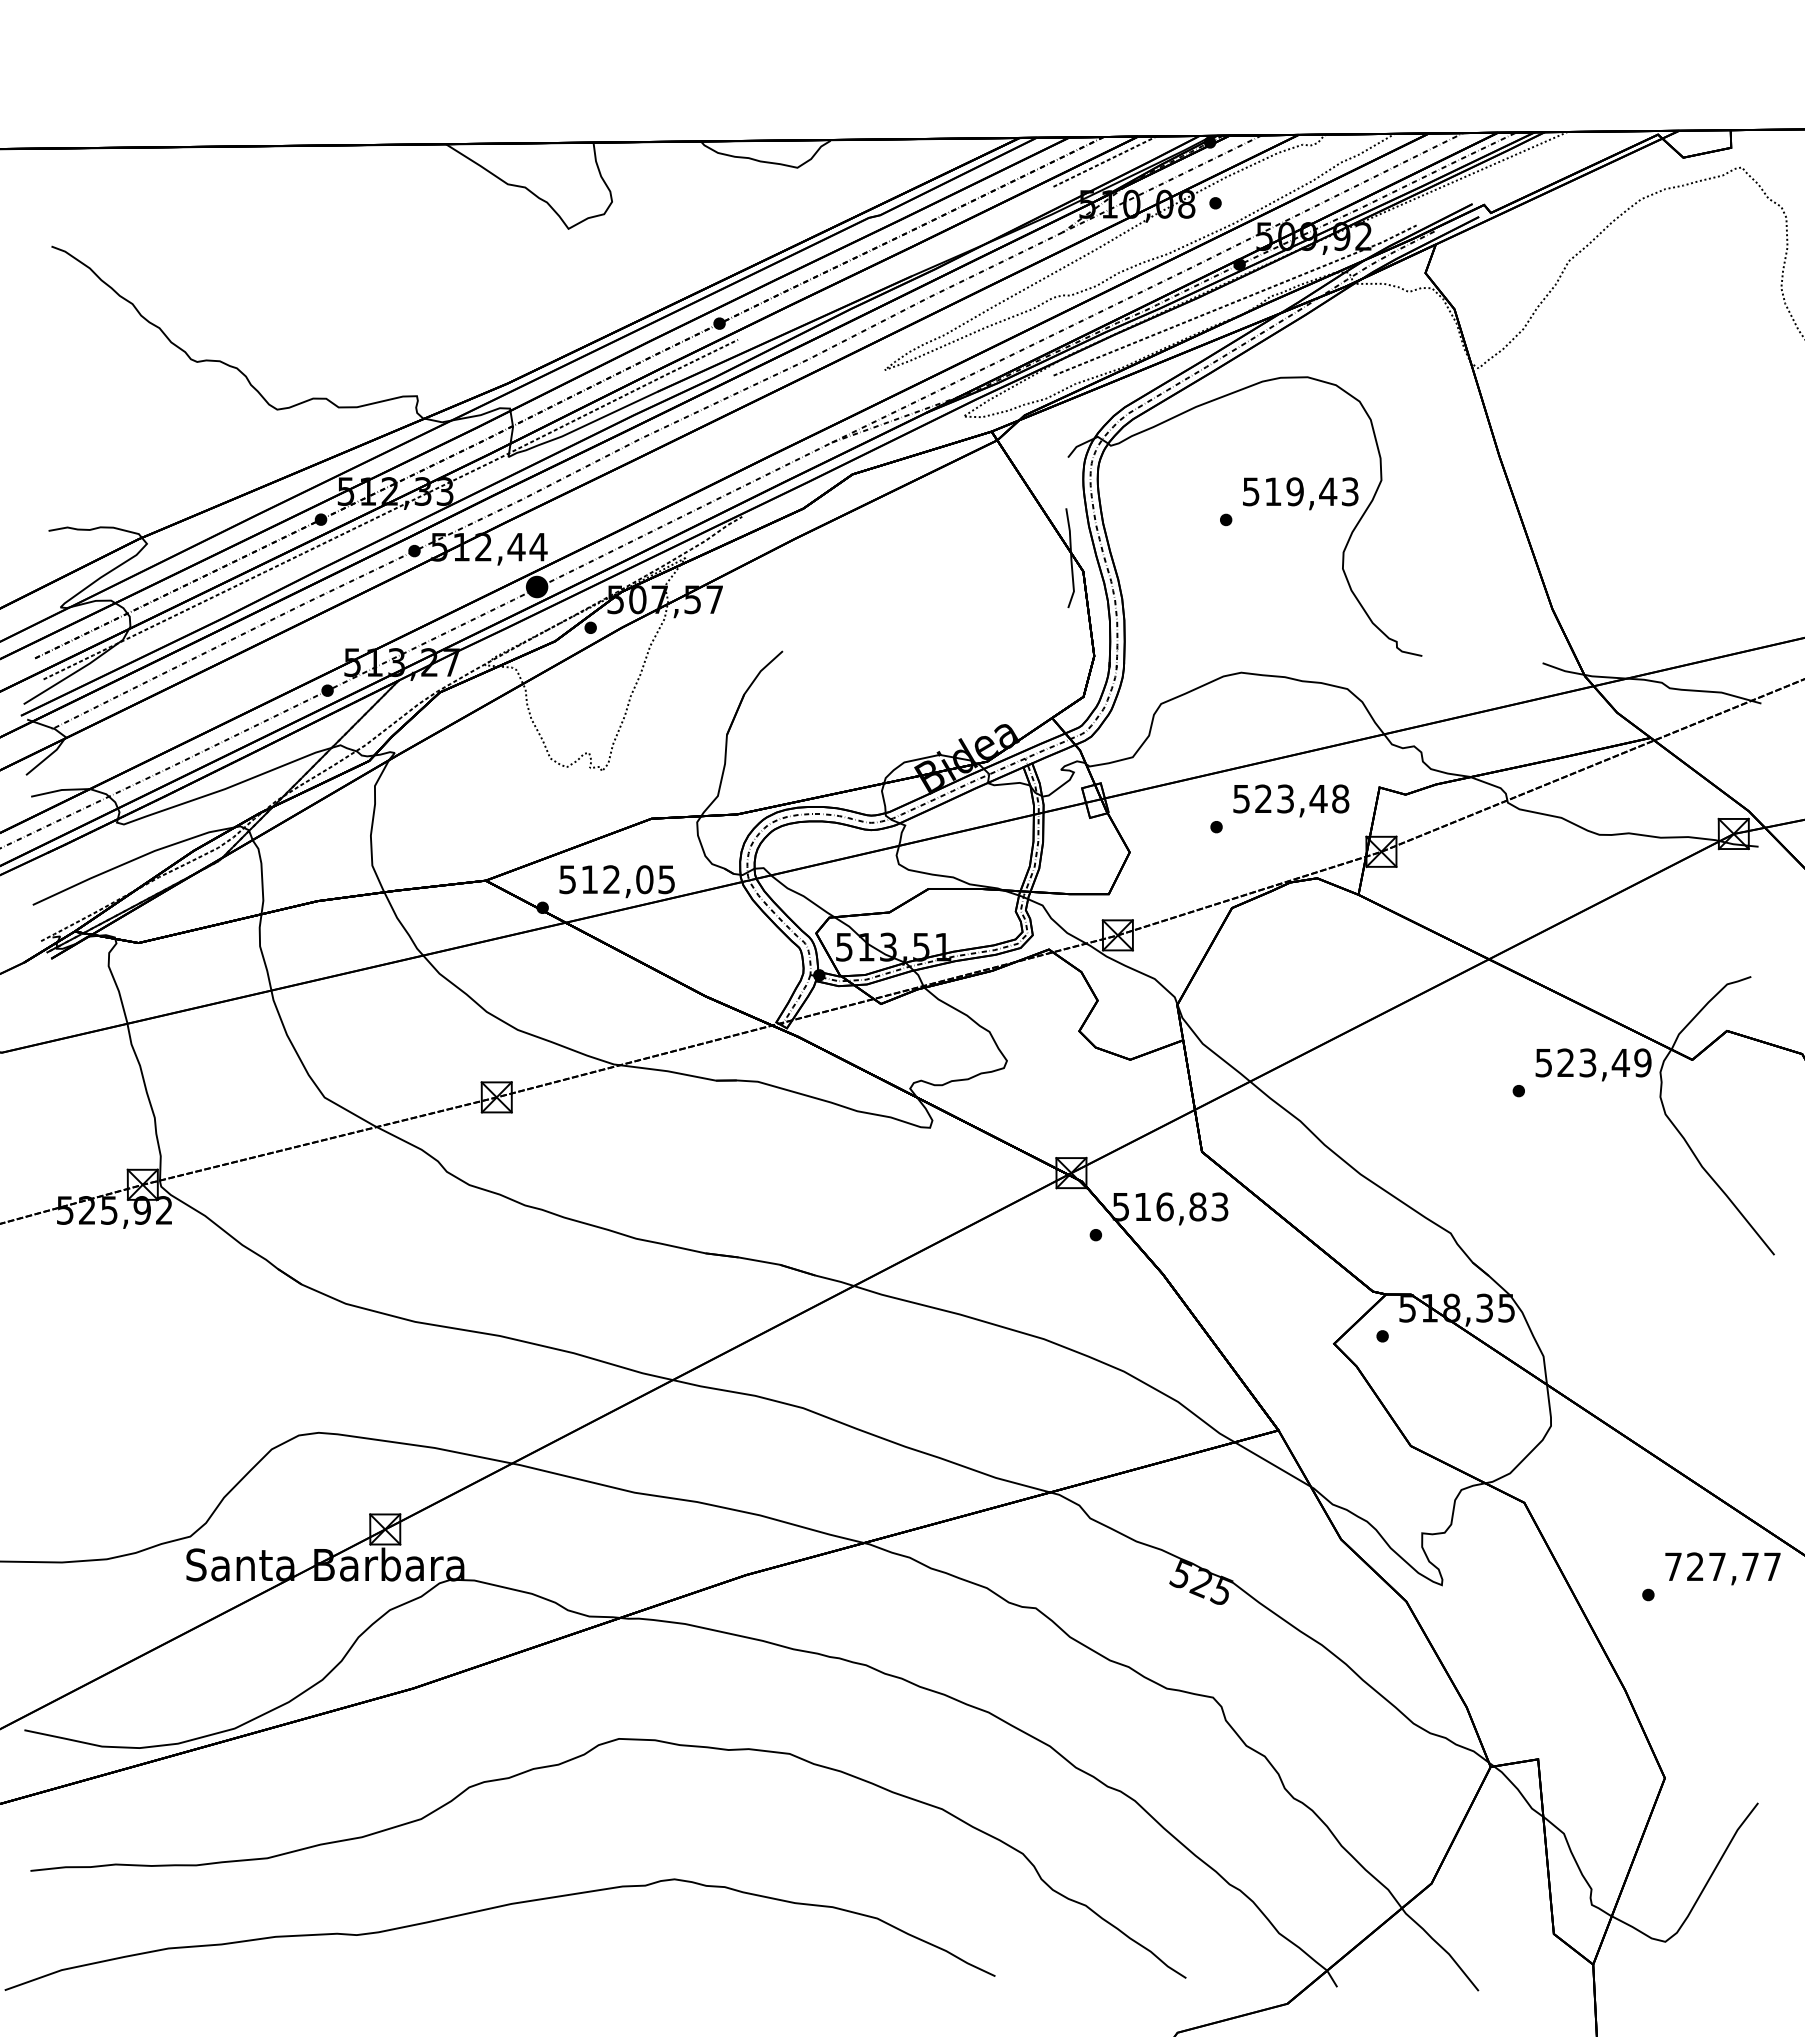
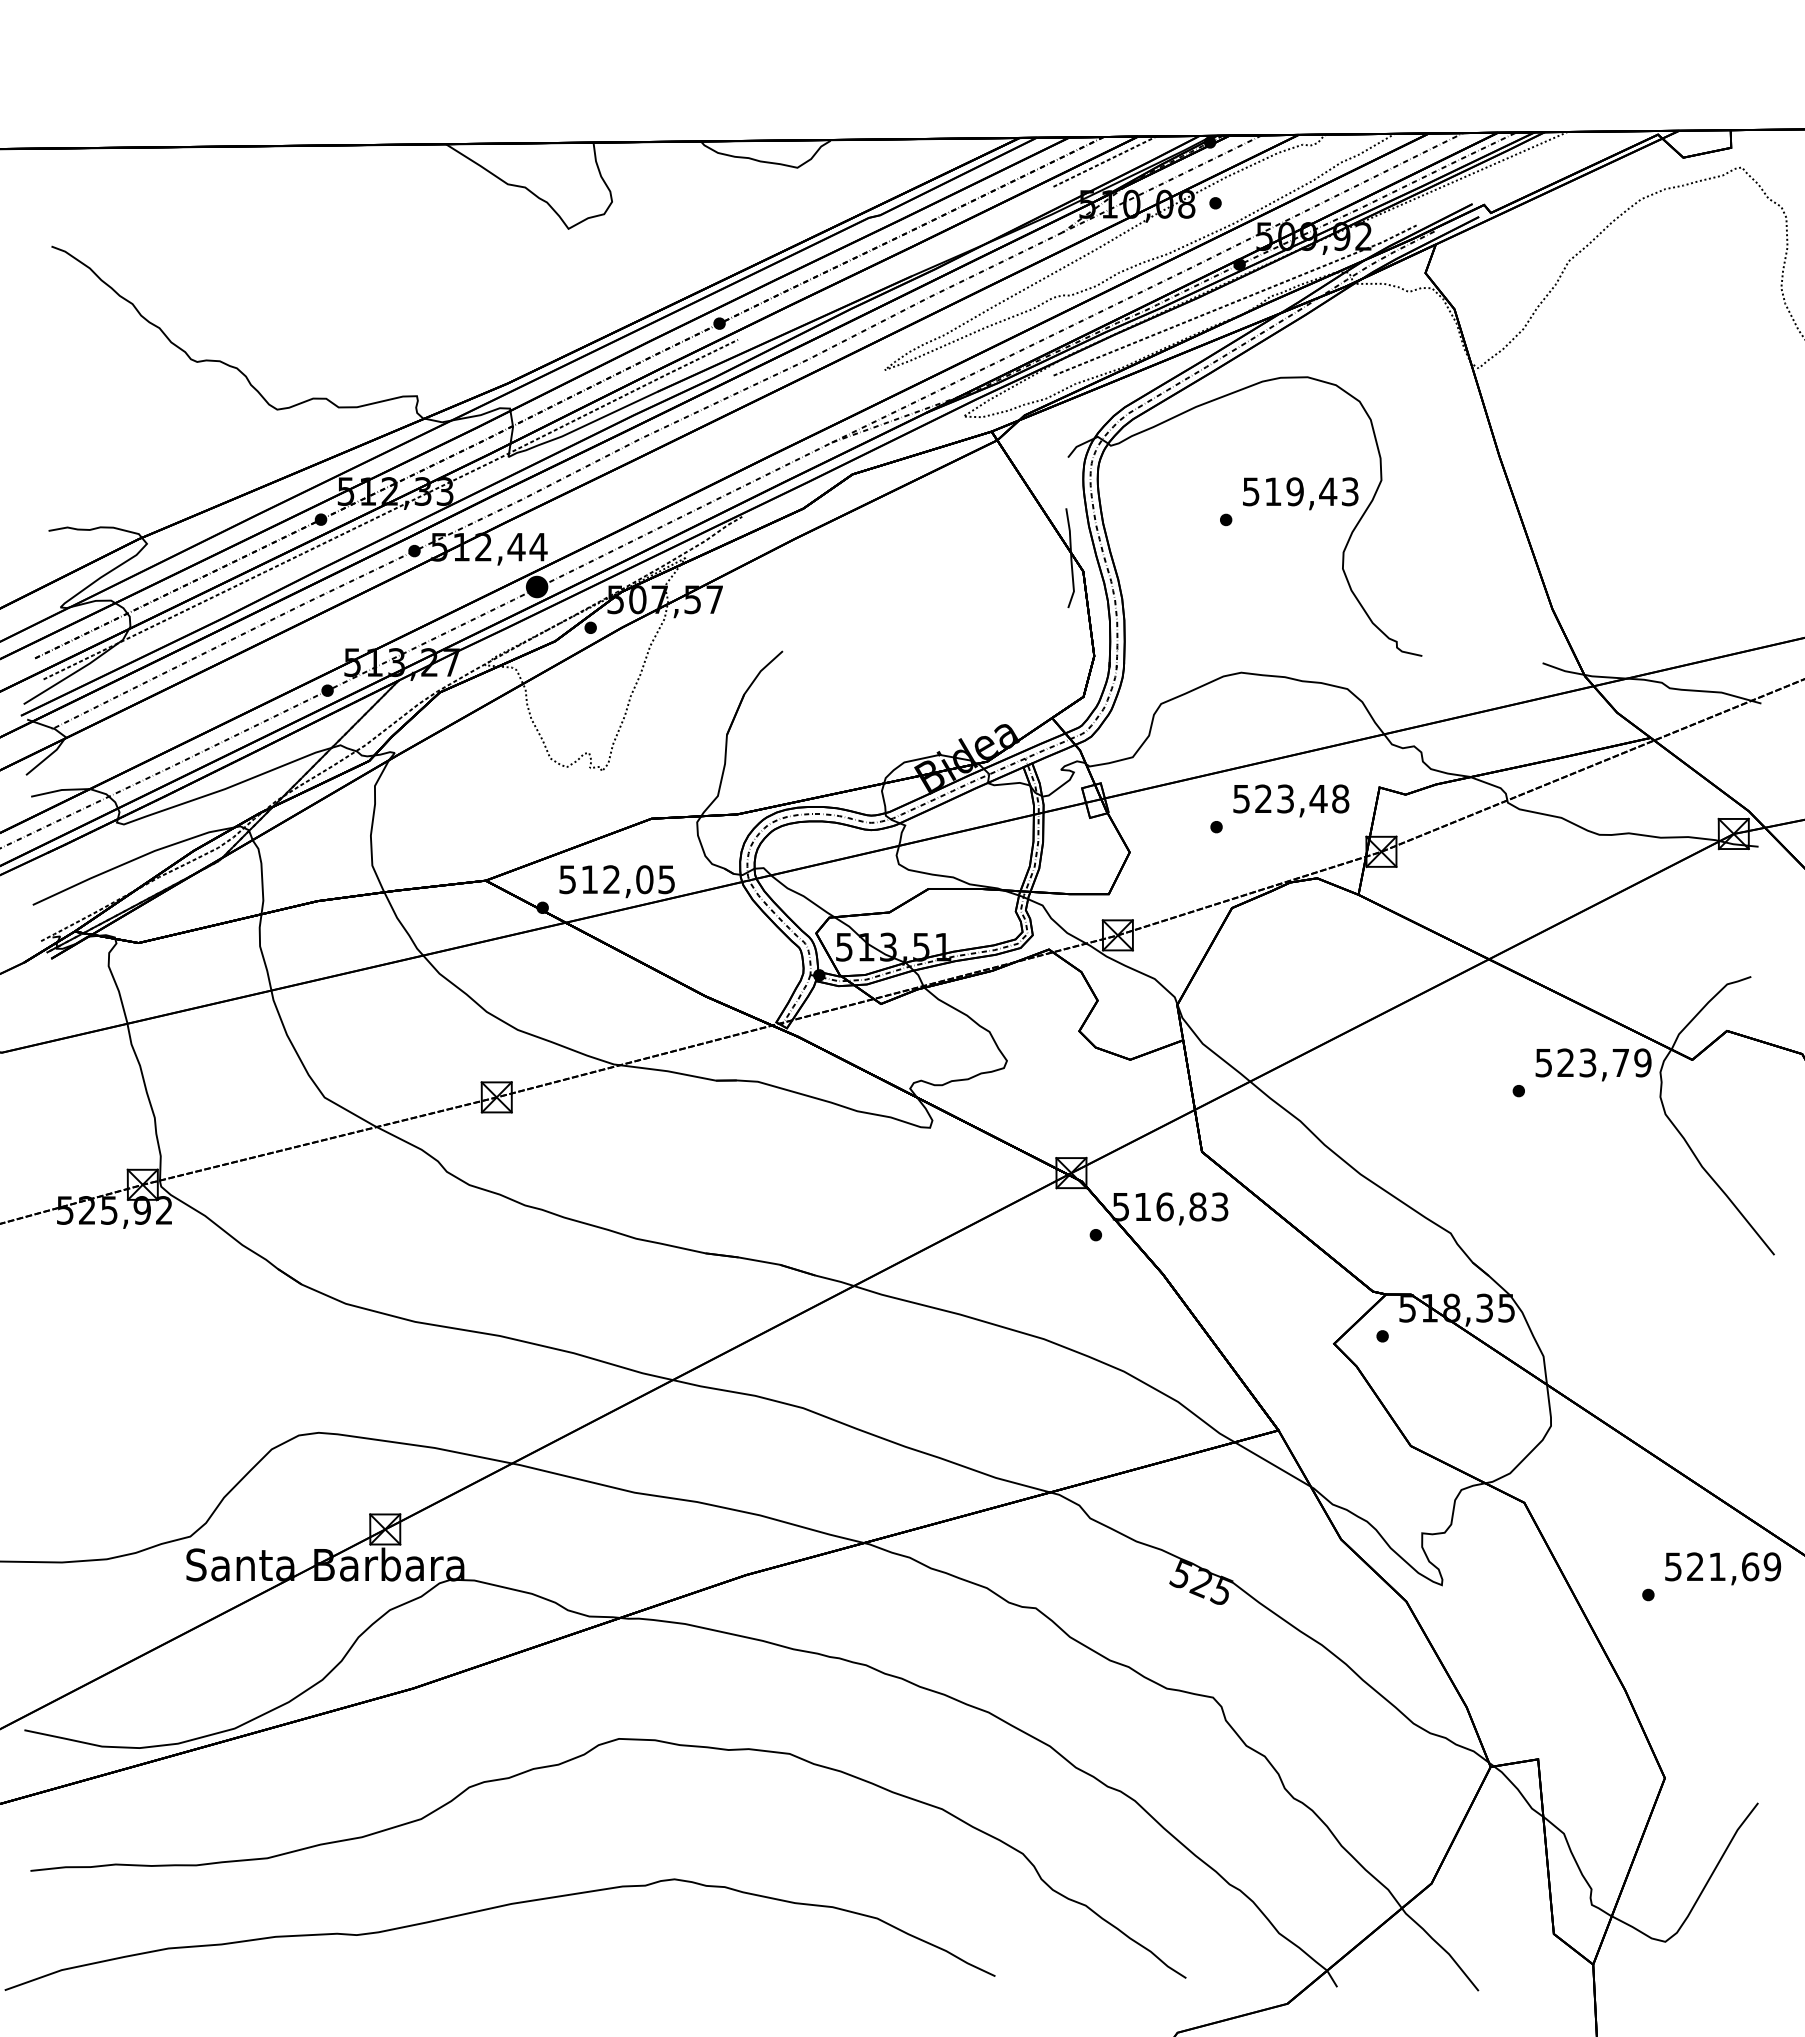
text at (1620, 1062): 523,49 -> 523,79
text at (1723, 1566): 727,77 -> 521,69
